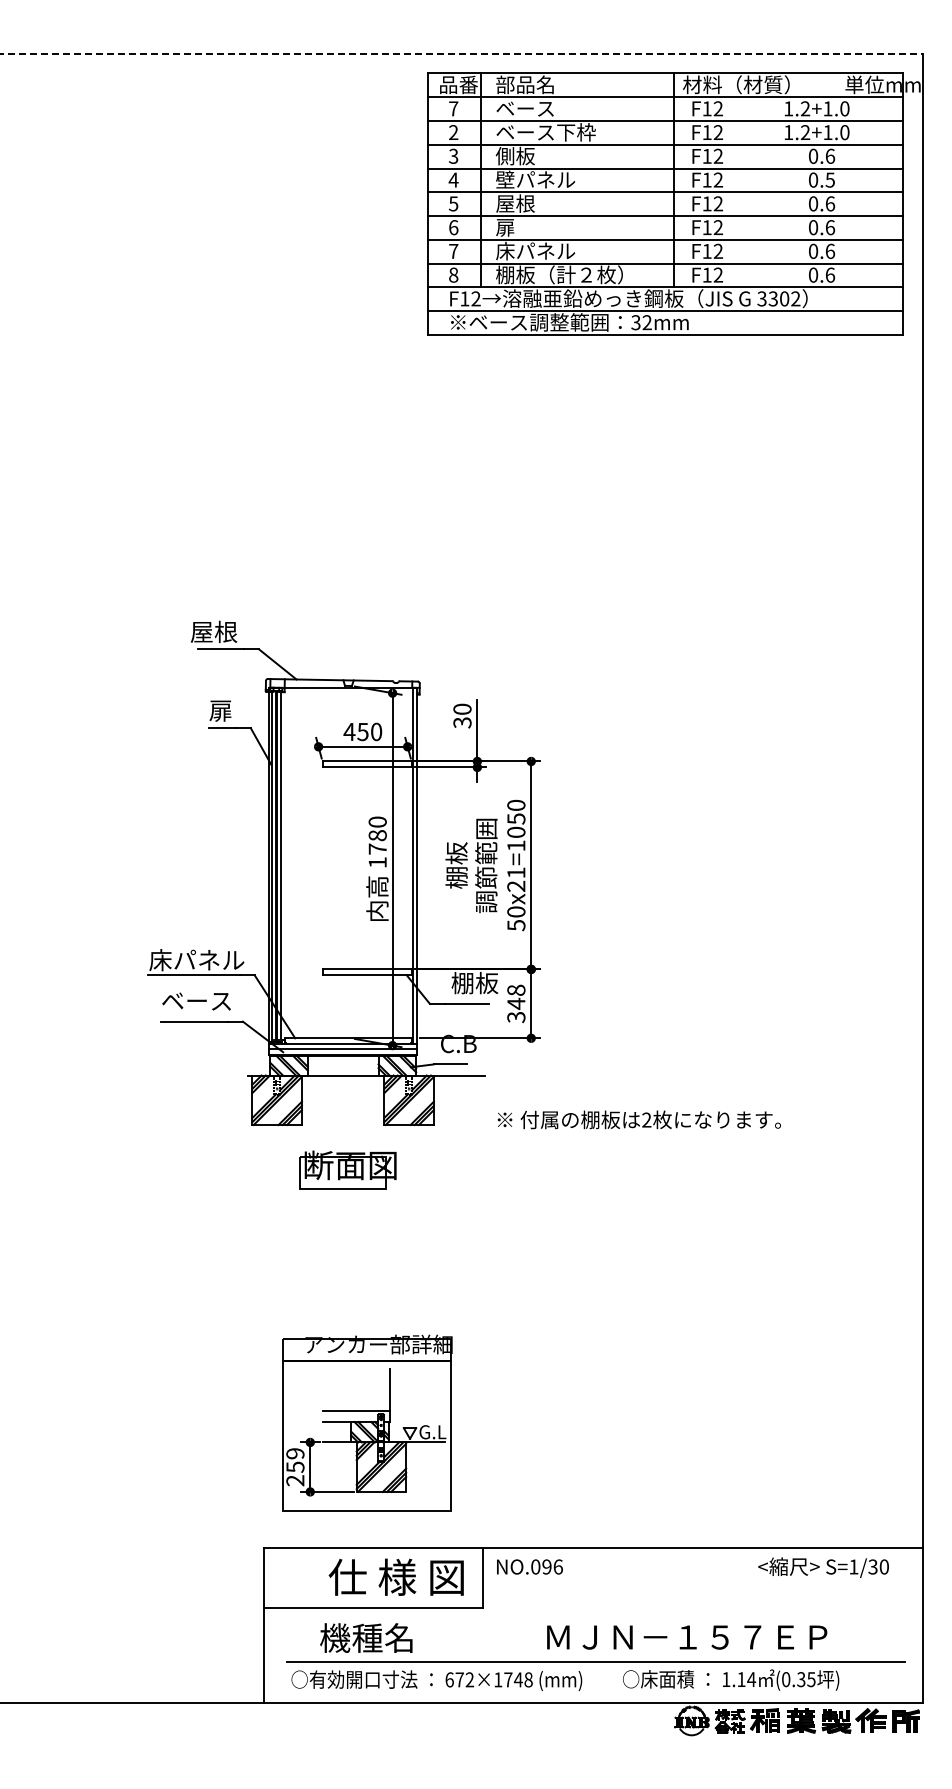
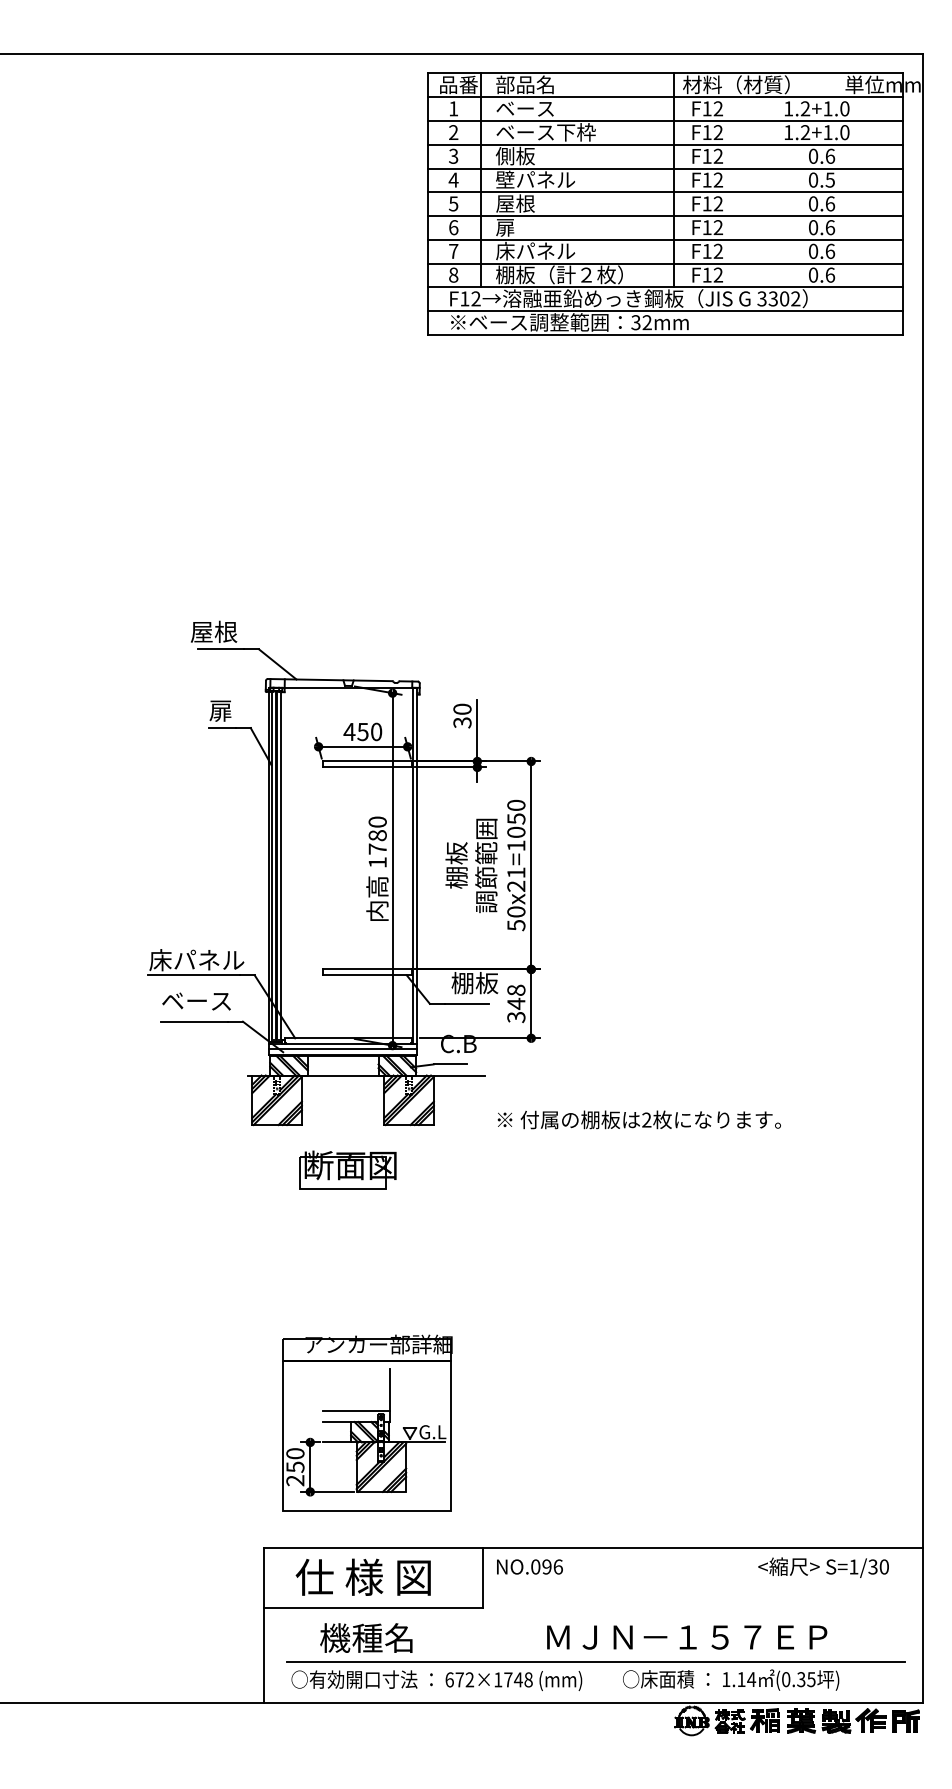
line at (461, 53): dashed -> solid
text at (453, 108): 7 -> 1
text at (295, 1453): 259 -> 250
text at (395, 1576) position: (395, 1576) -> (362, 1576)
